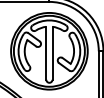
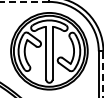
line at (24, 1): solid -> dashed
line at (103, 74): solid -> dashed
